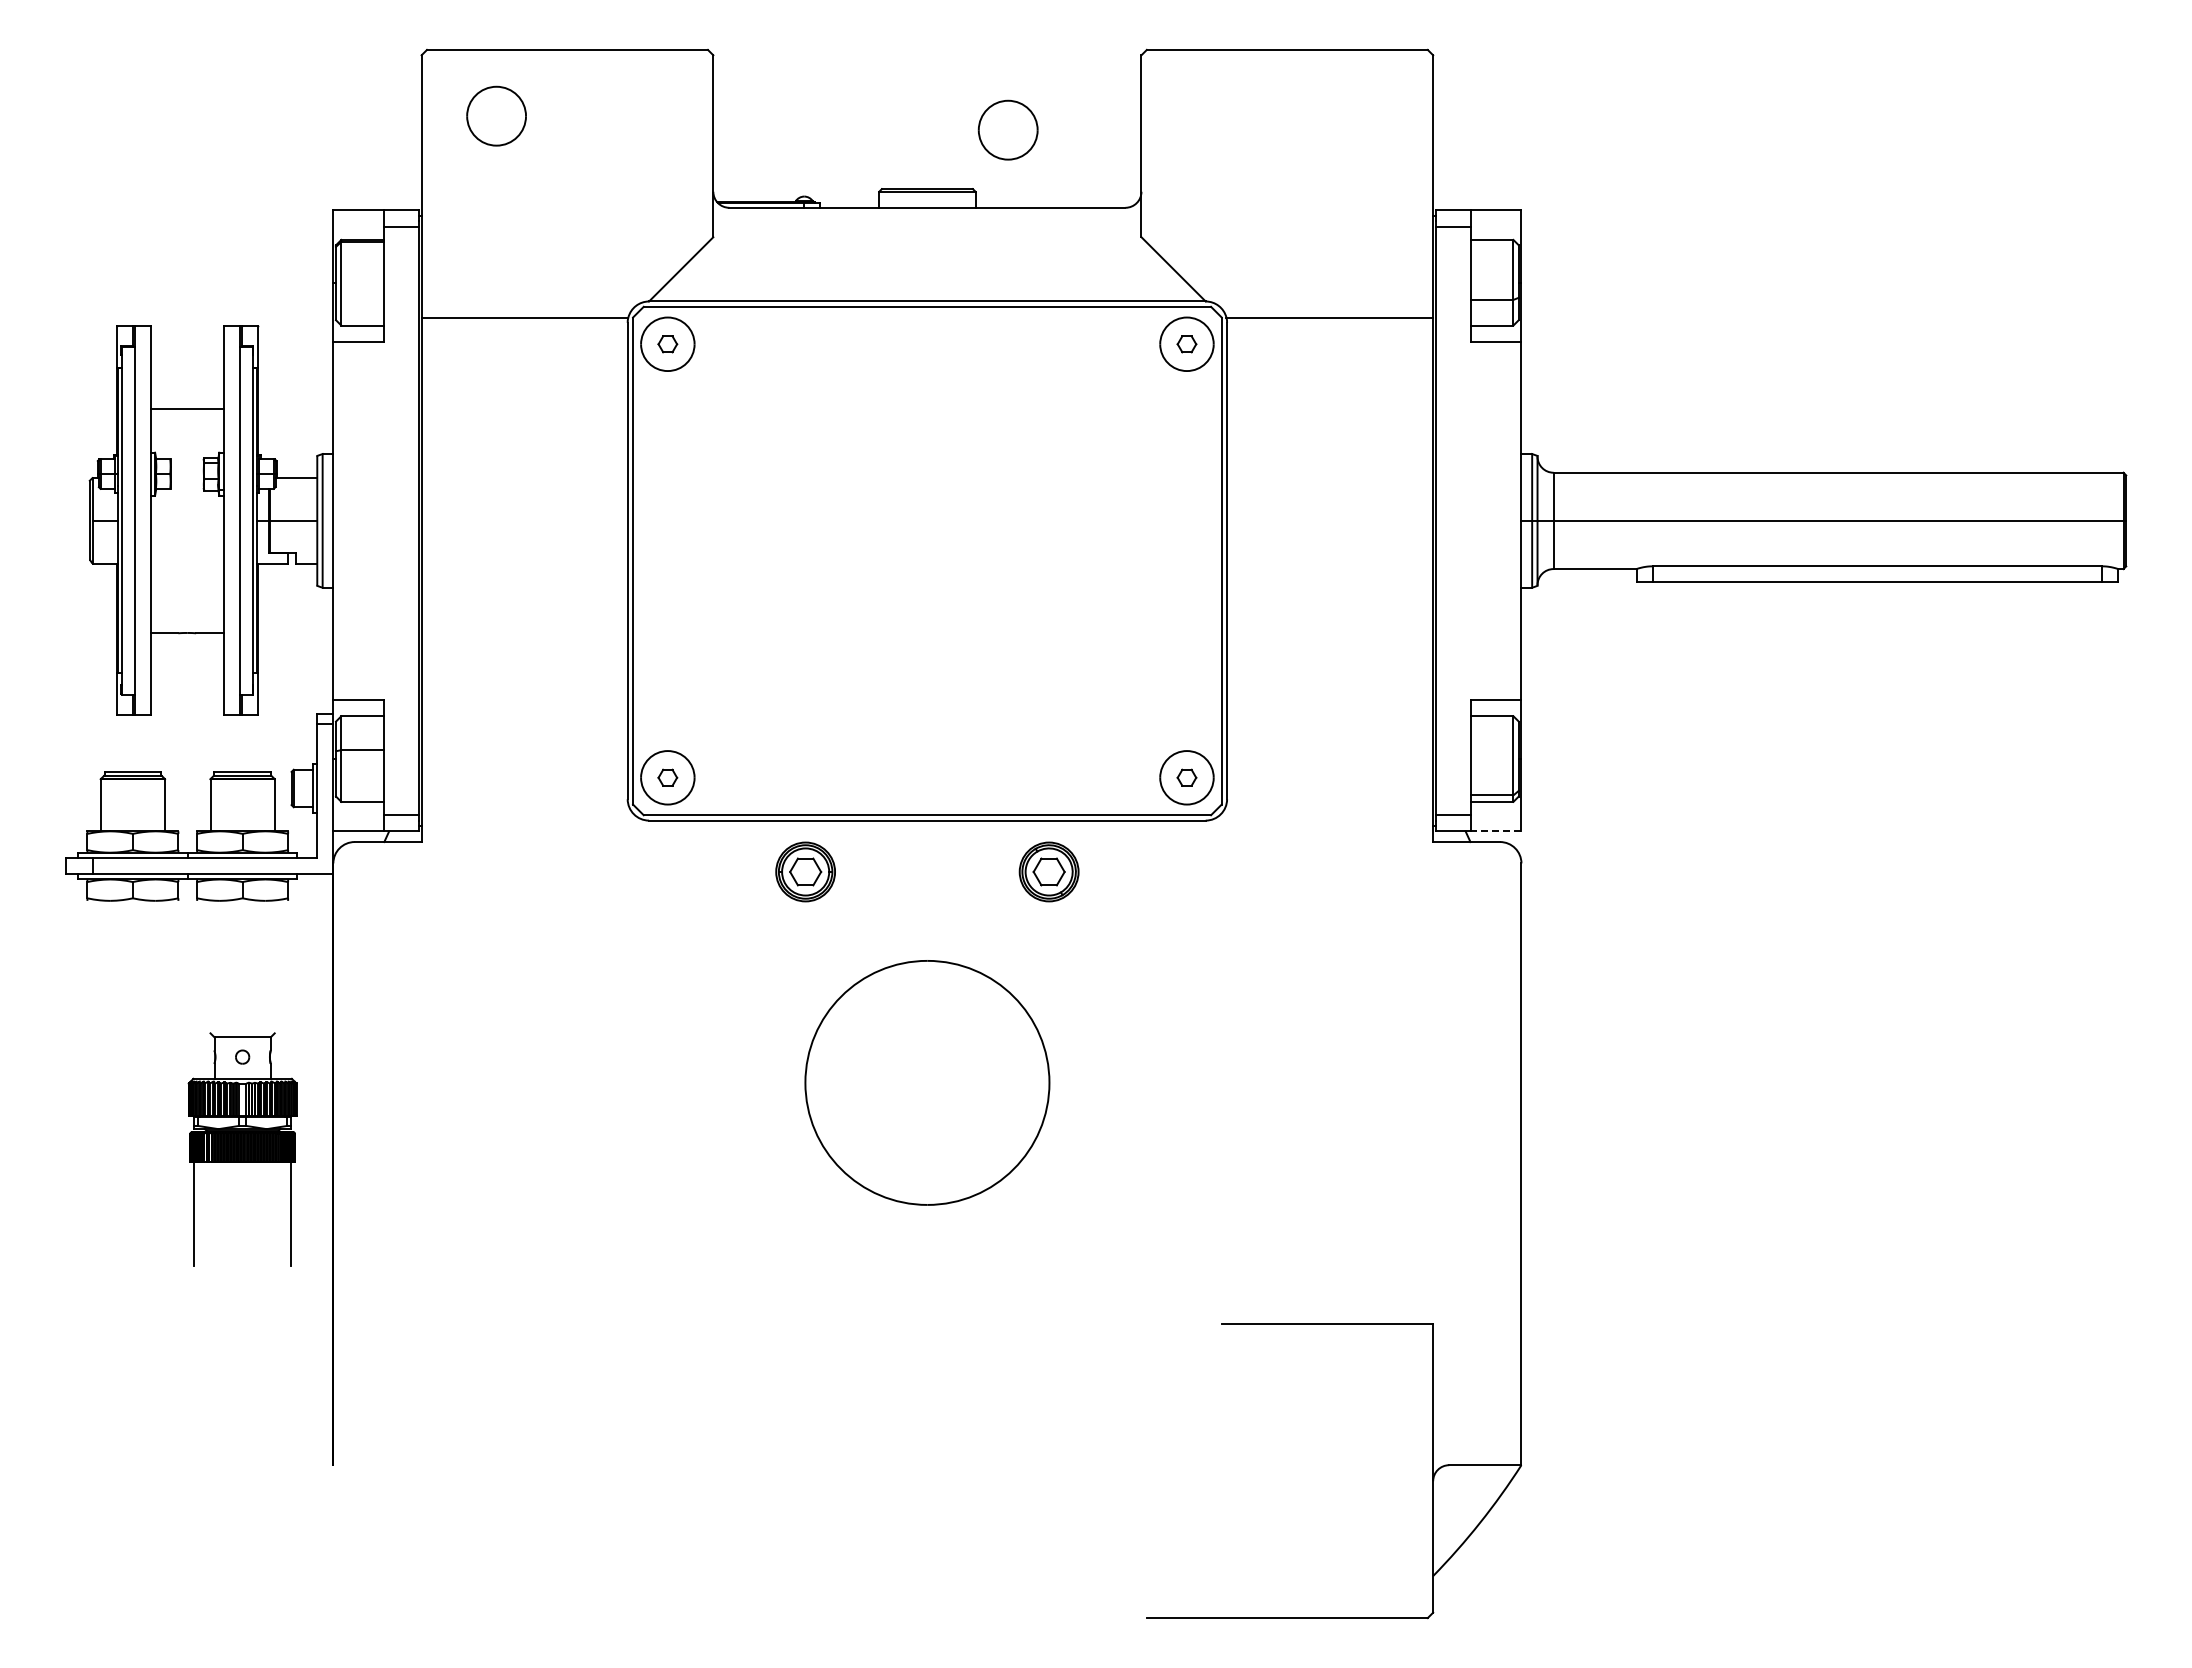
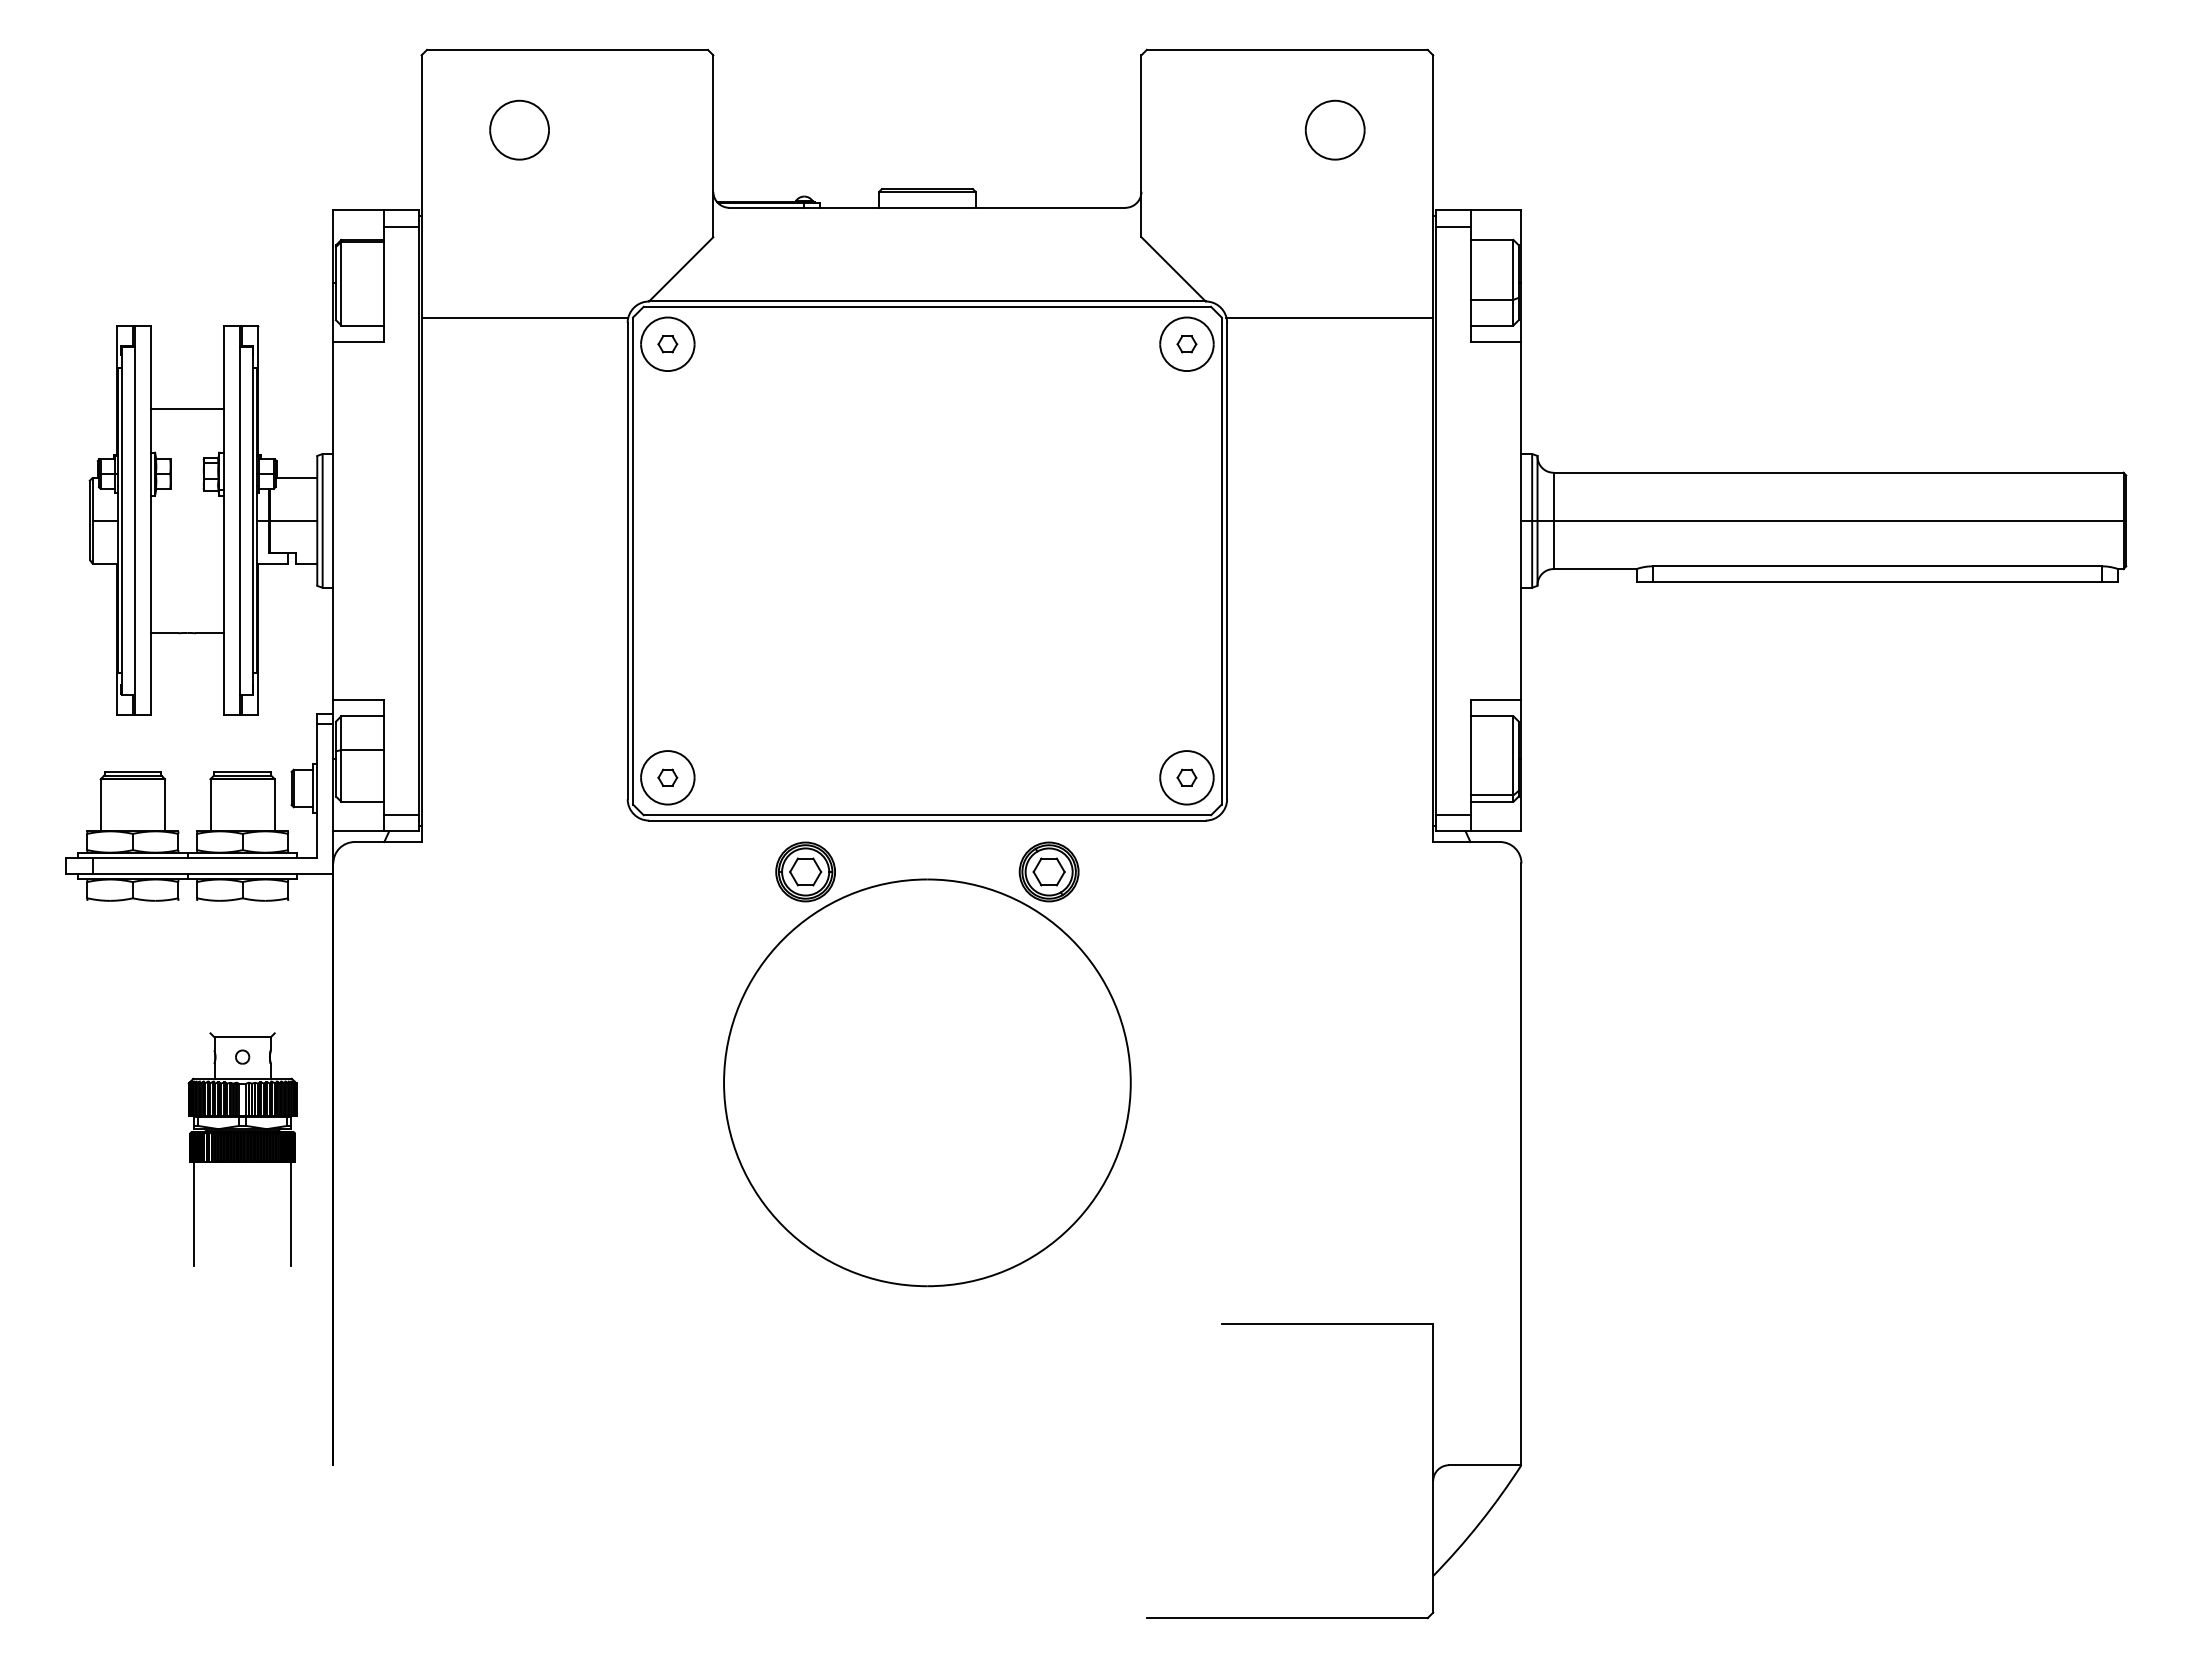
part at (496, 115) position: (496, 115) -> (519, 129)
part at (1007, 129) position: (1007, 129) -> (1334, 129)
line at (1495, 831): dashed -> solid
part at (927, 1082) size: 247x246 px -> 409x410 px
